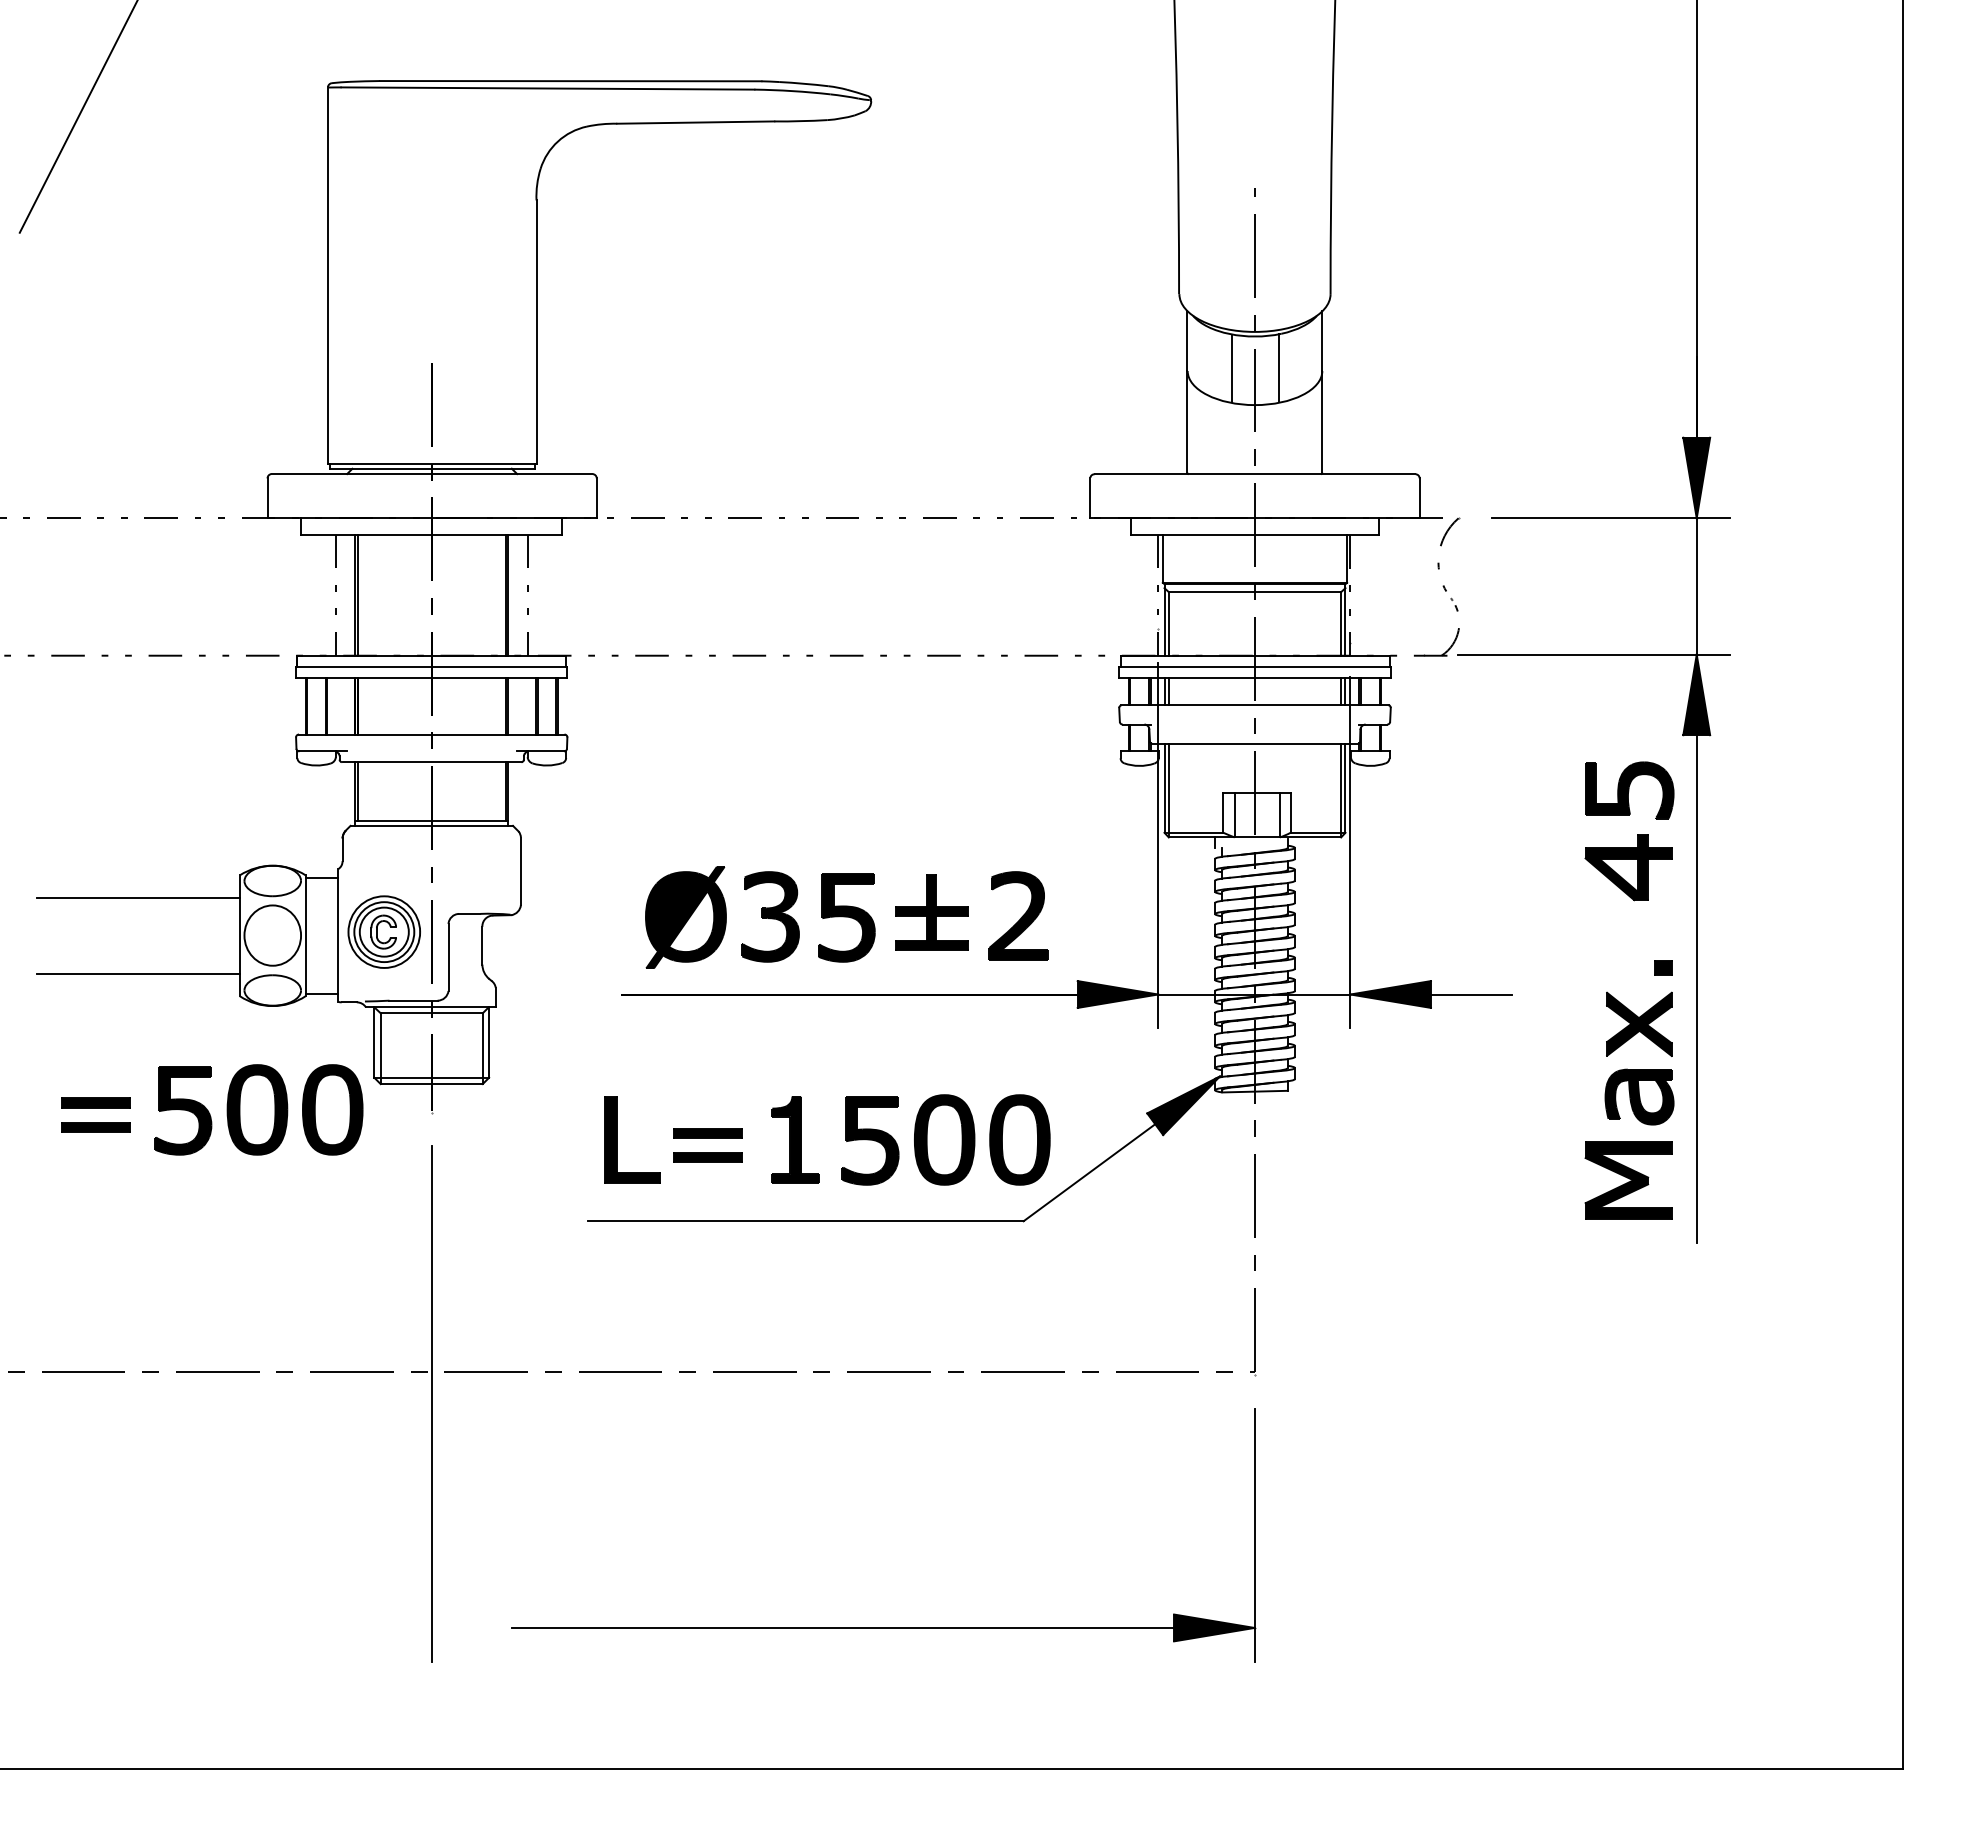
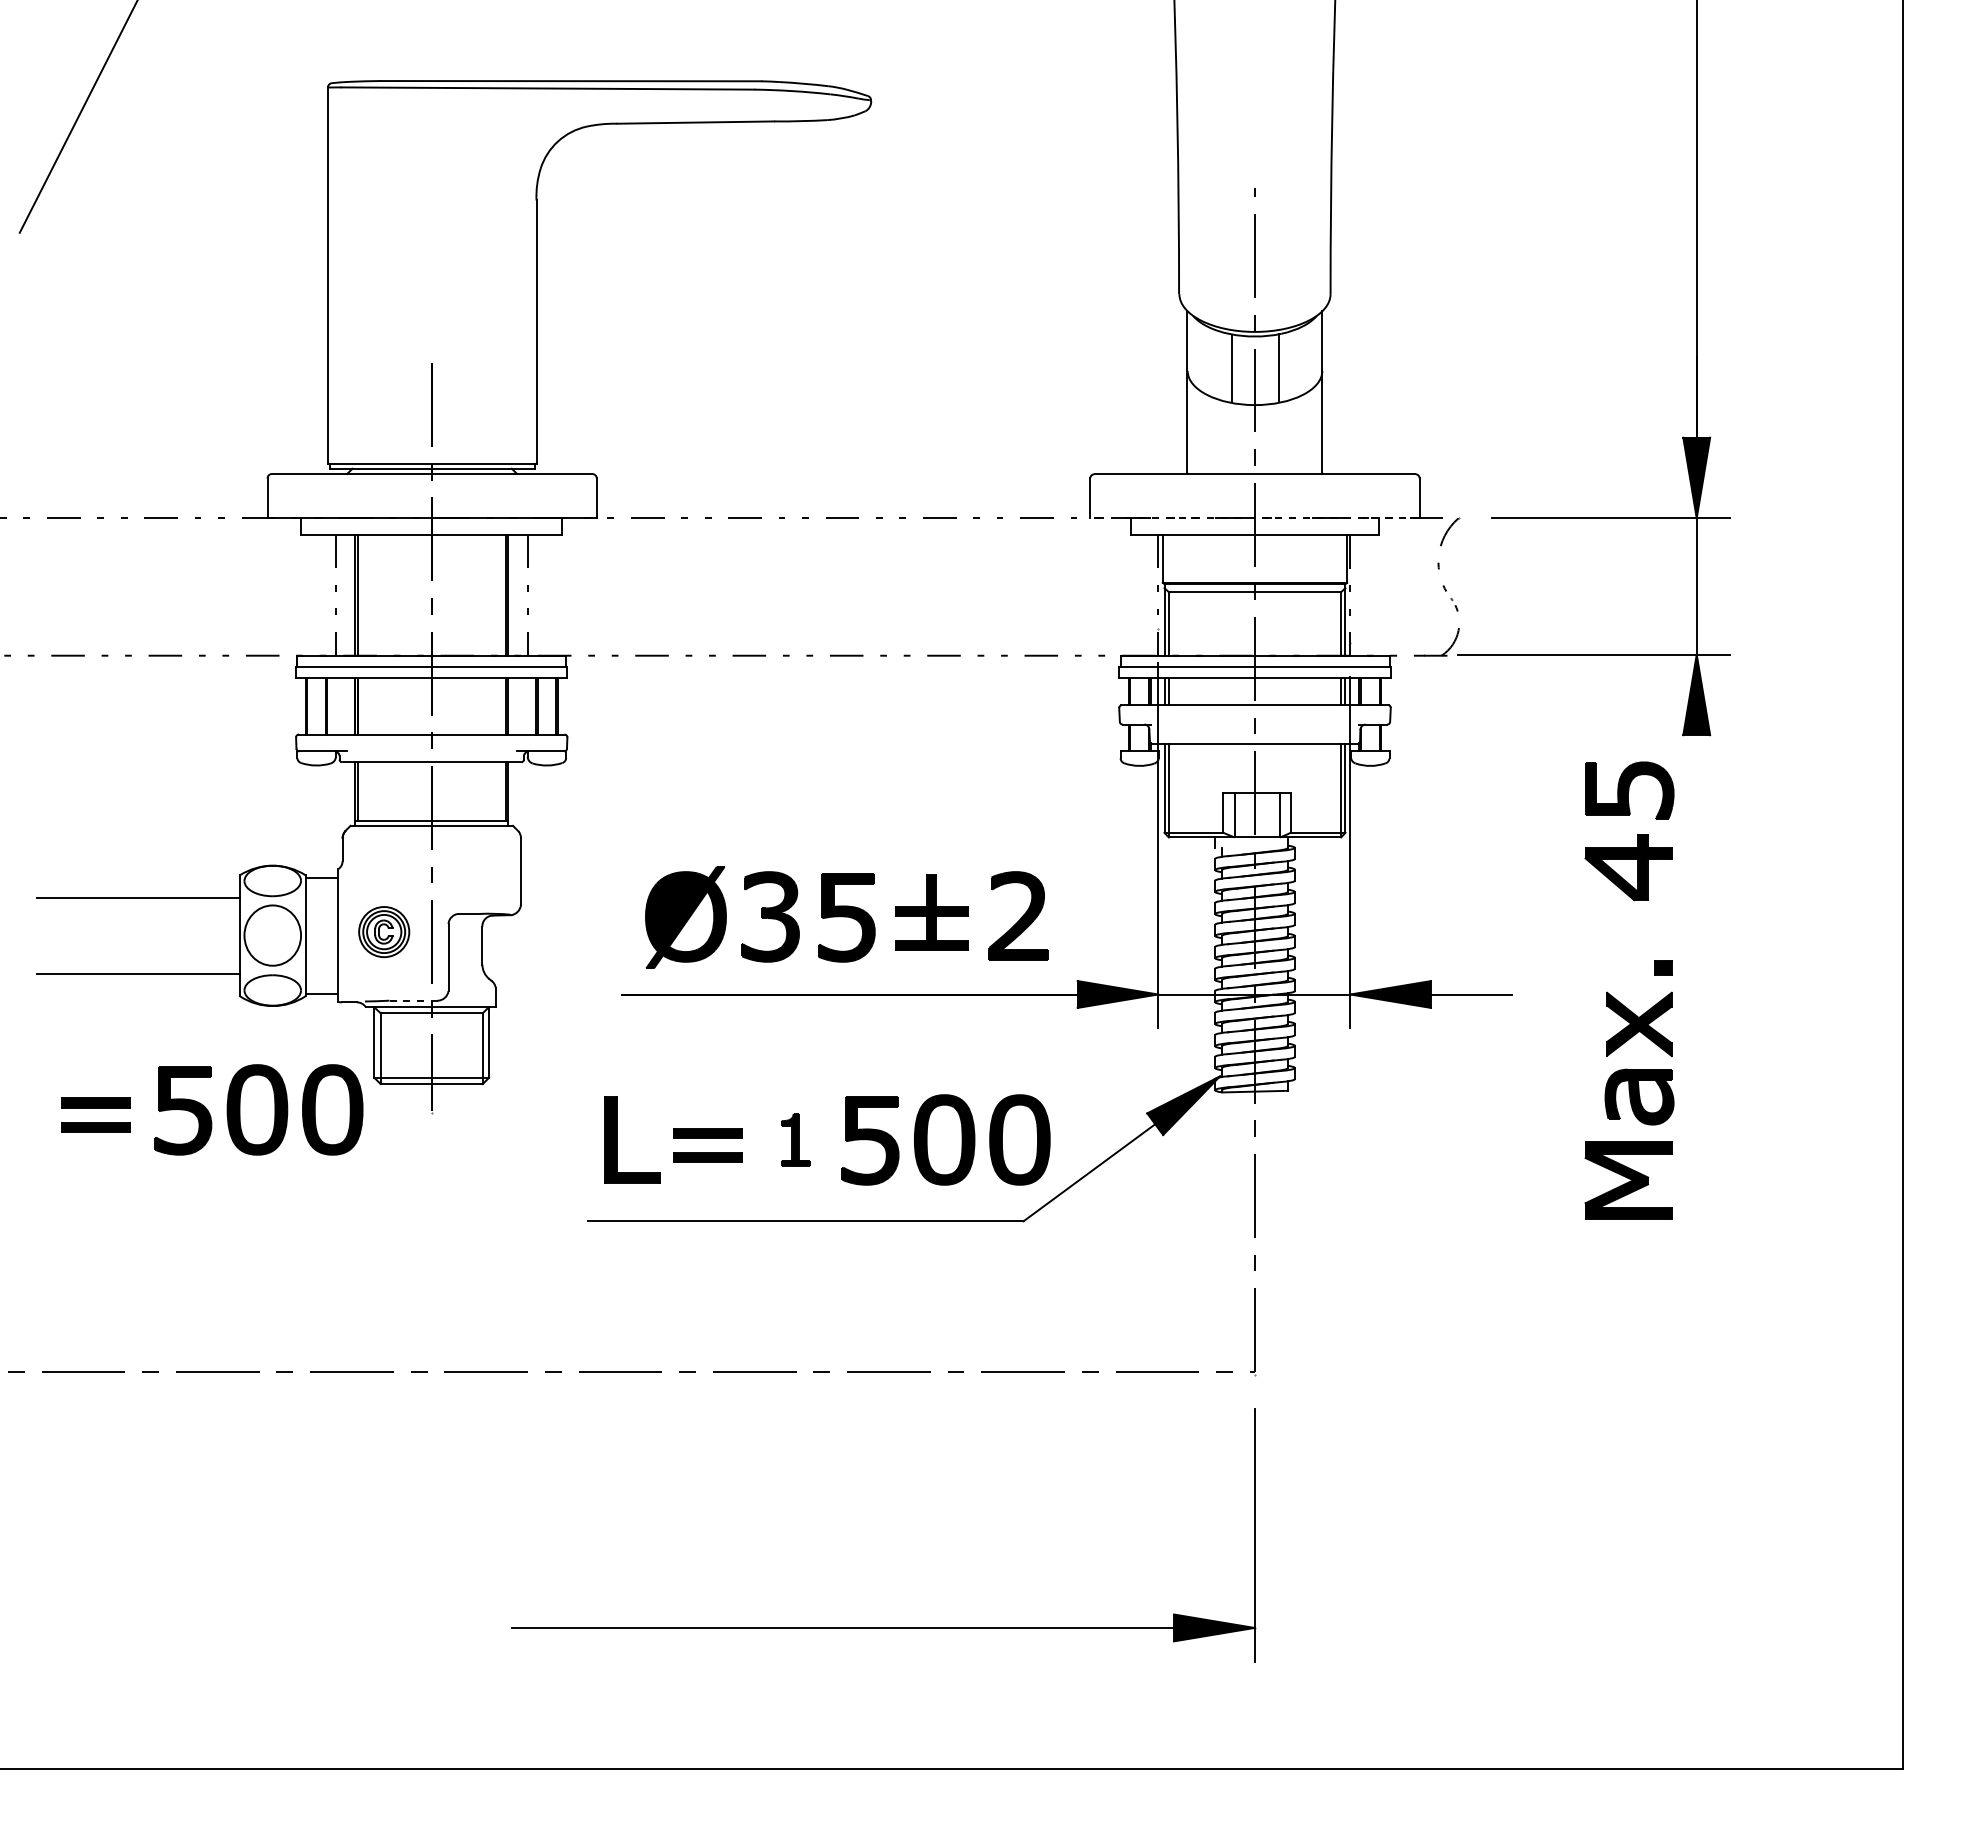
line at (1255, 518): solid -> dashed
part at (383, 931) size: 74x74 px -> 53x53 px
line at (1696, 989): present -> none
line at (413, 1000): solid -> dashed
part at (795, 1139) size: 49x88 px -> 30x54 px
line at (431, 1403): present -> none
